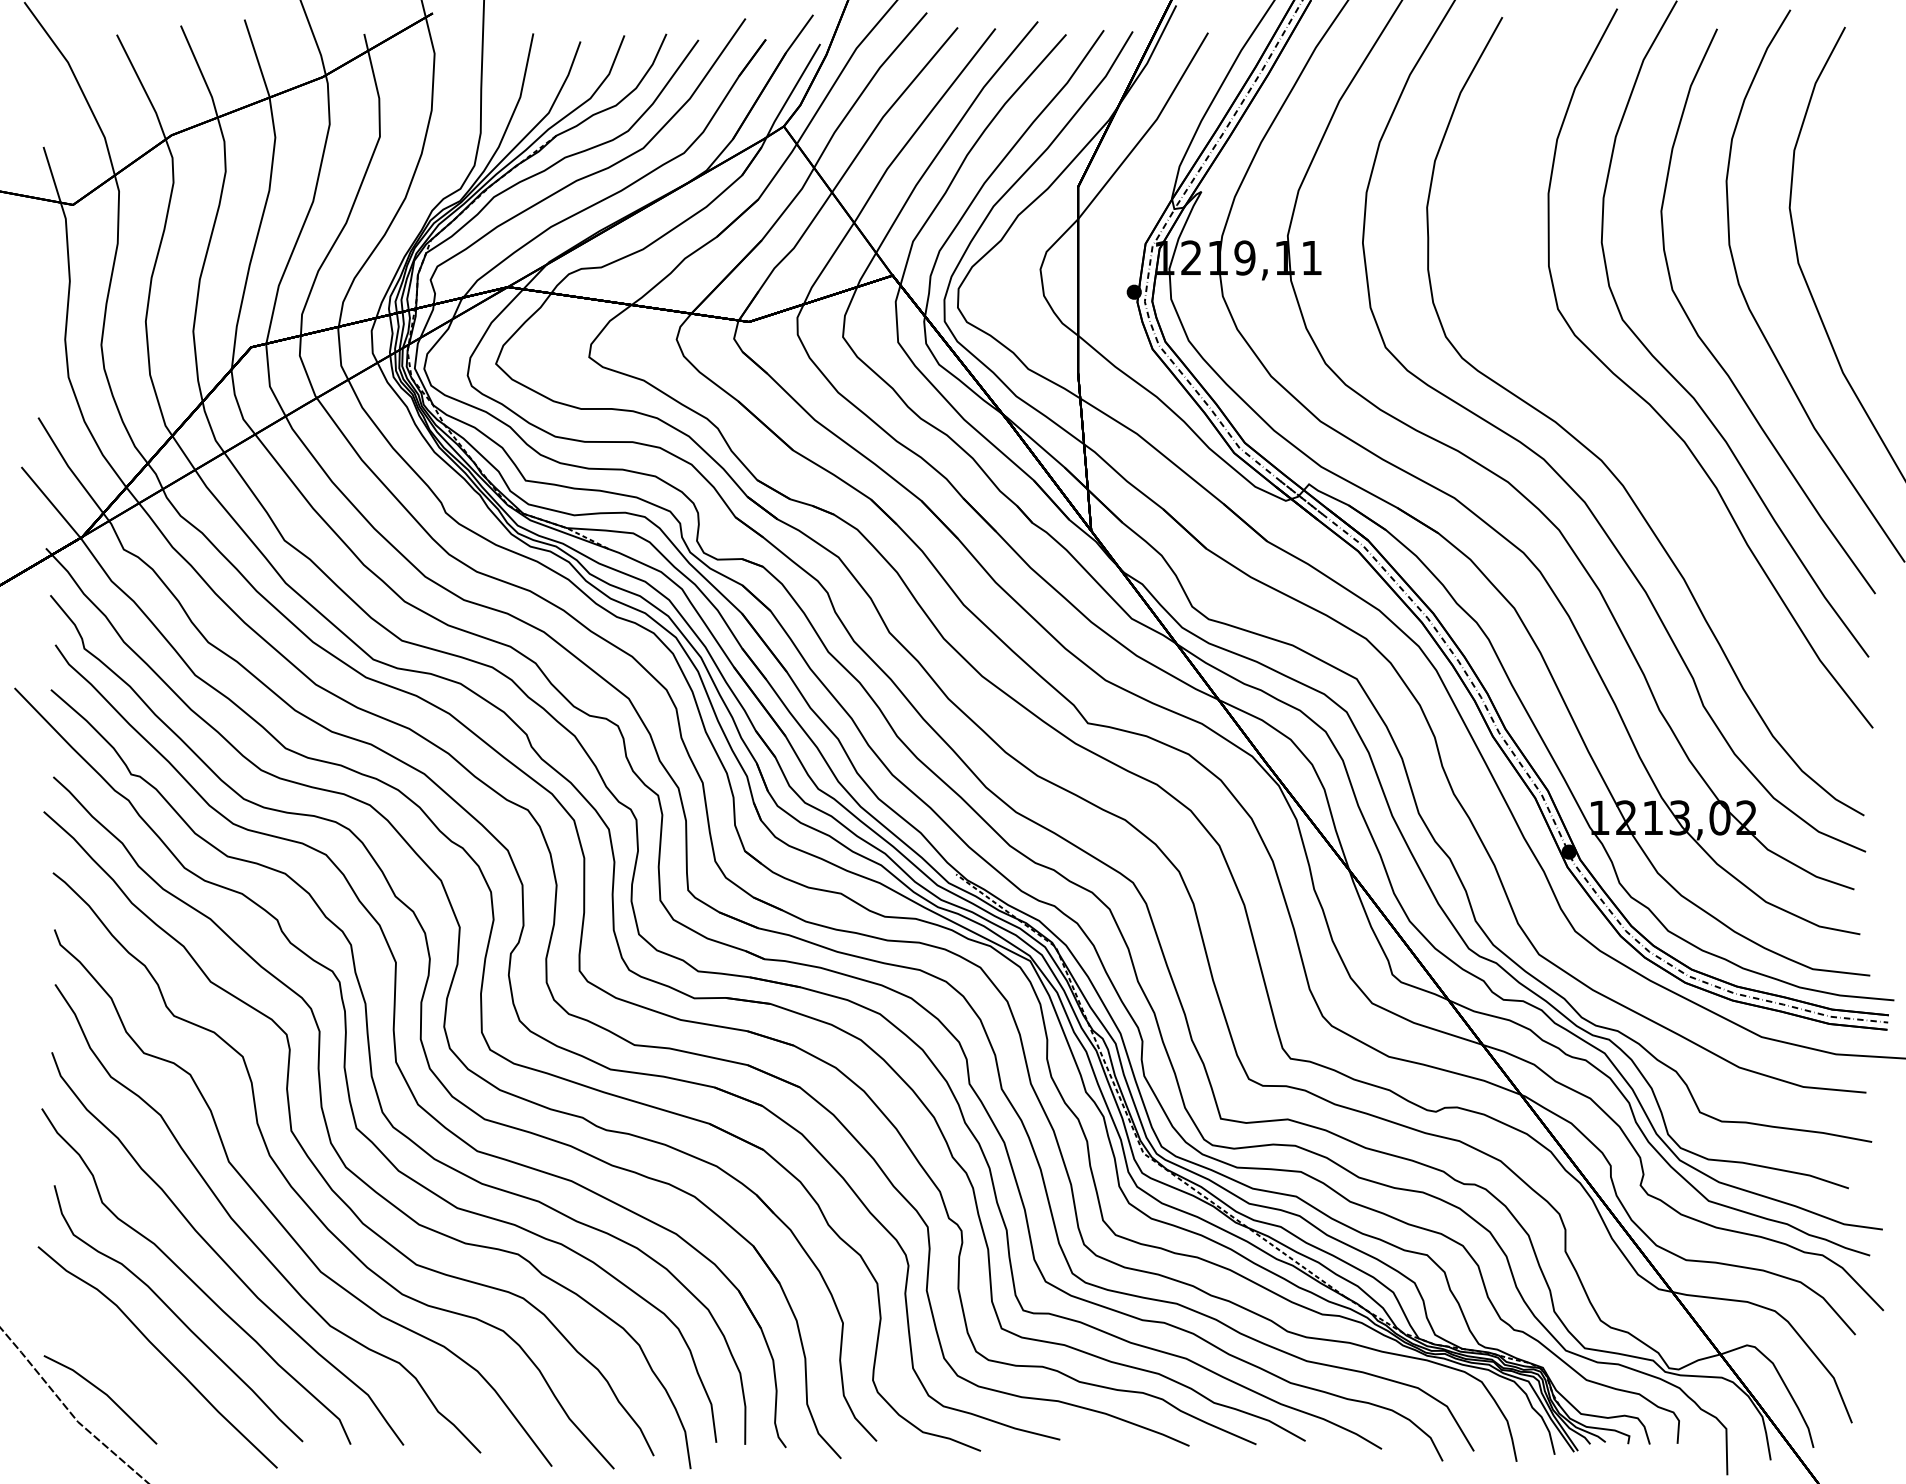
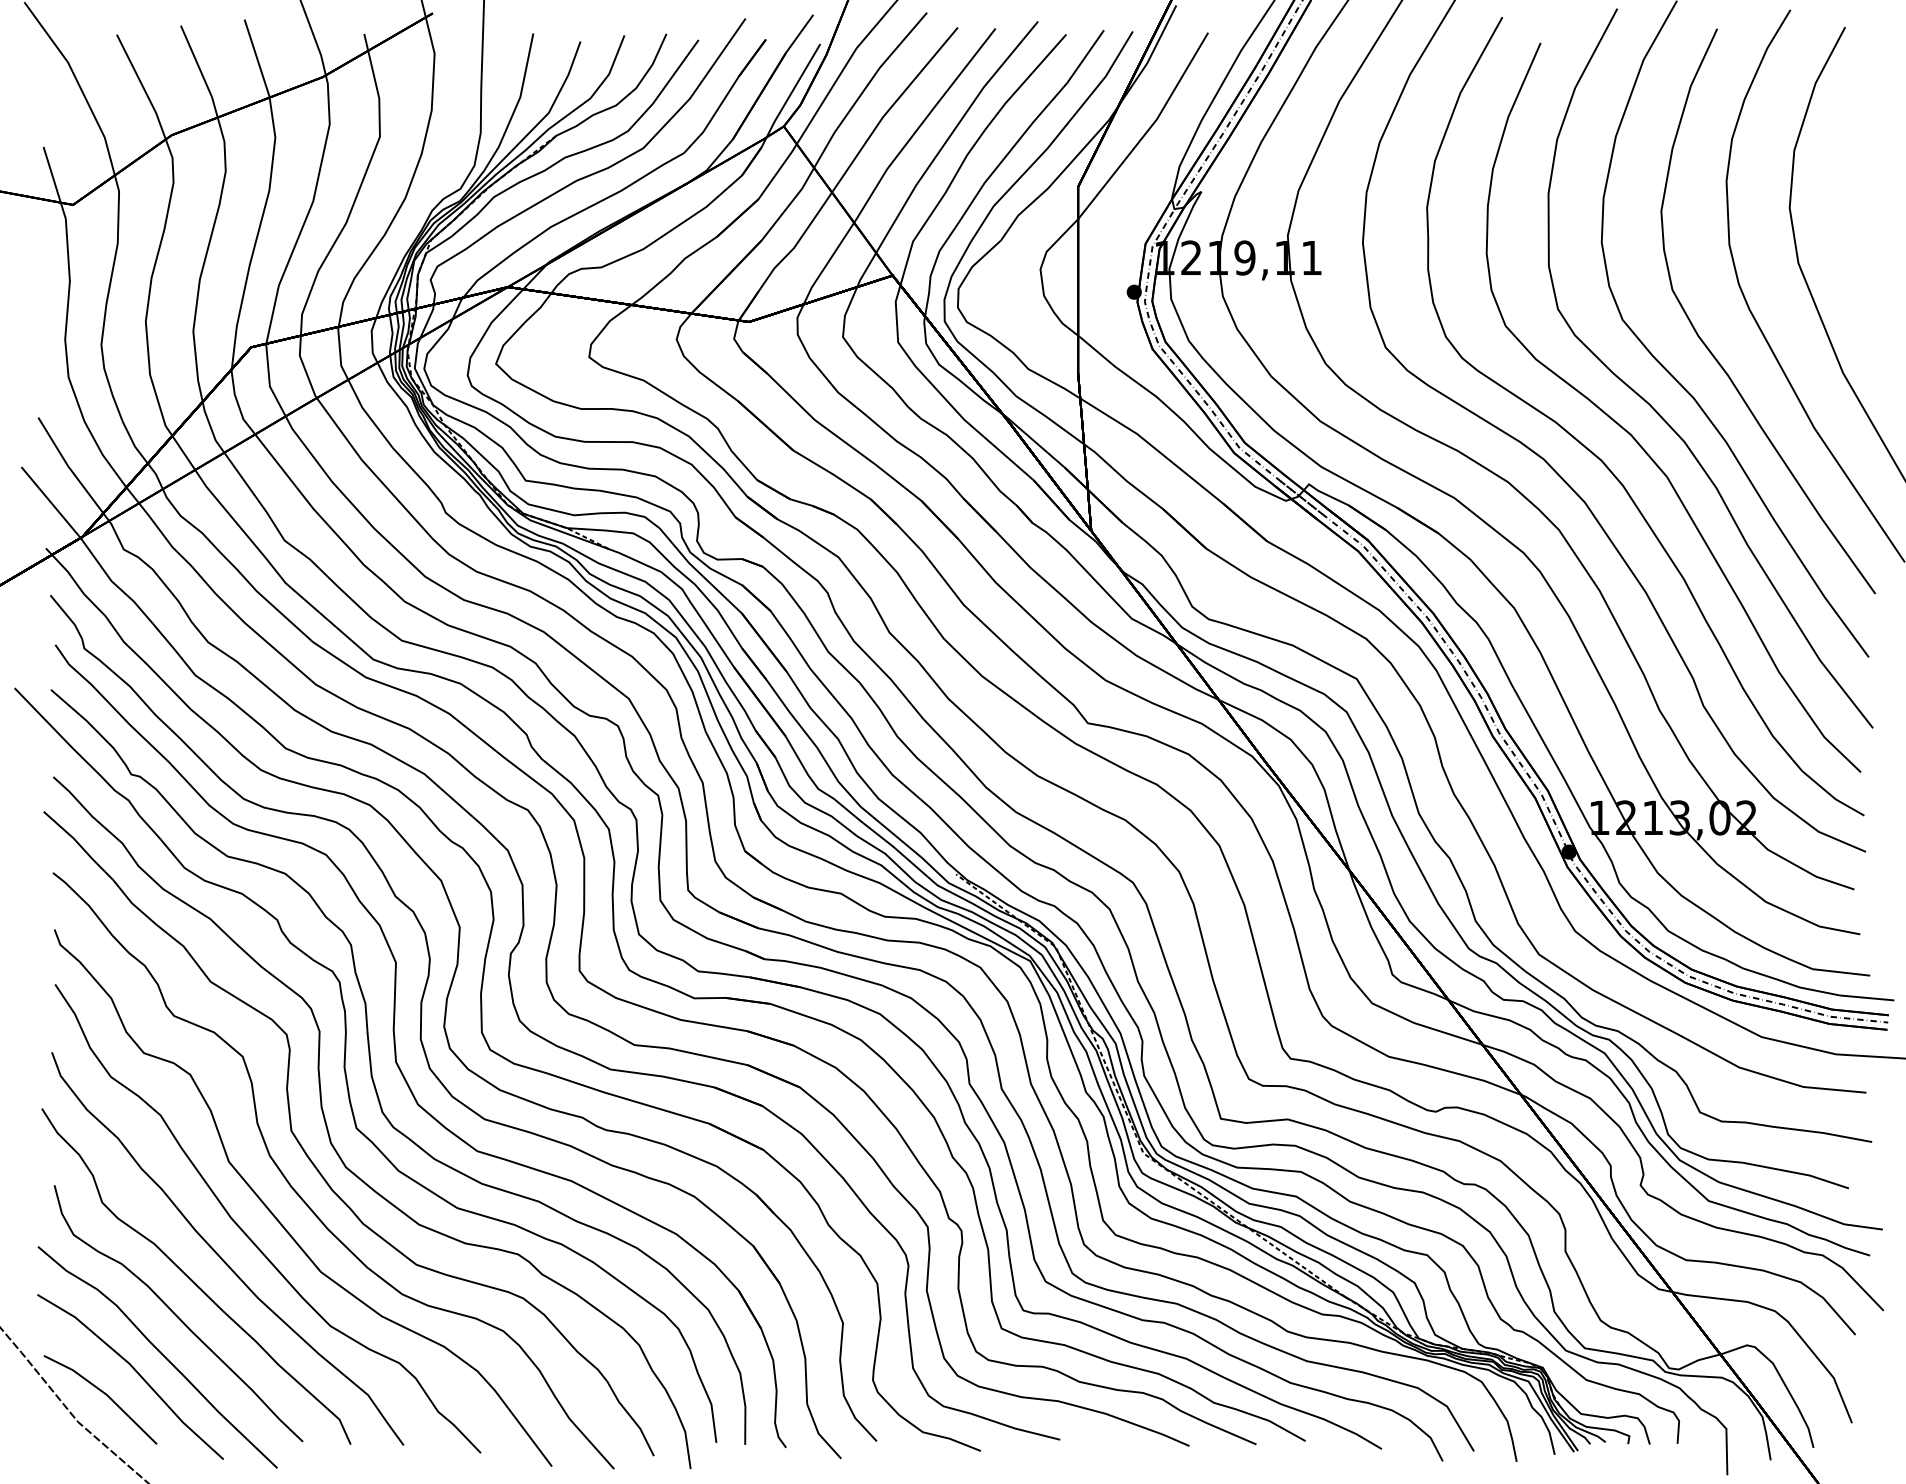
curve at (1637, 440): none -> present
line at (135, 1371): none -> present
